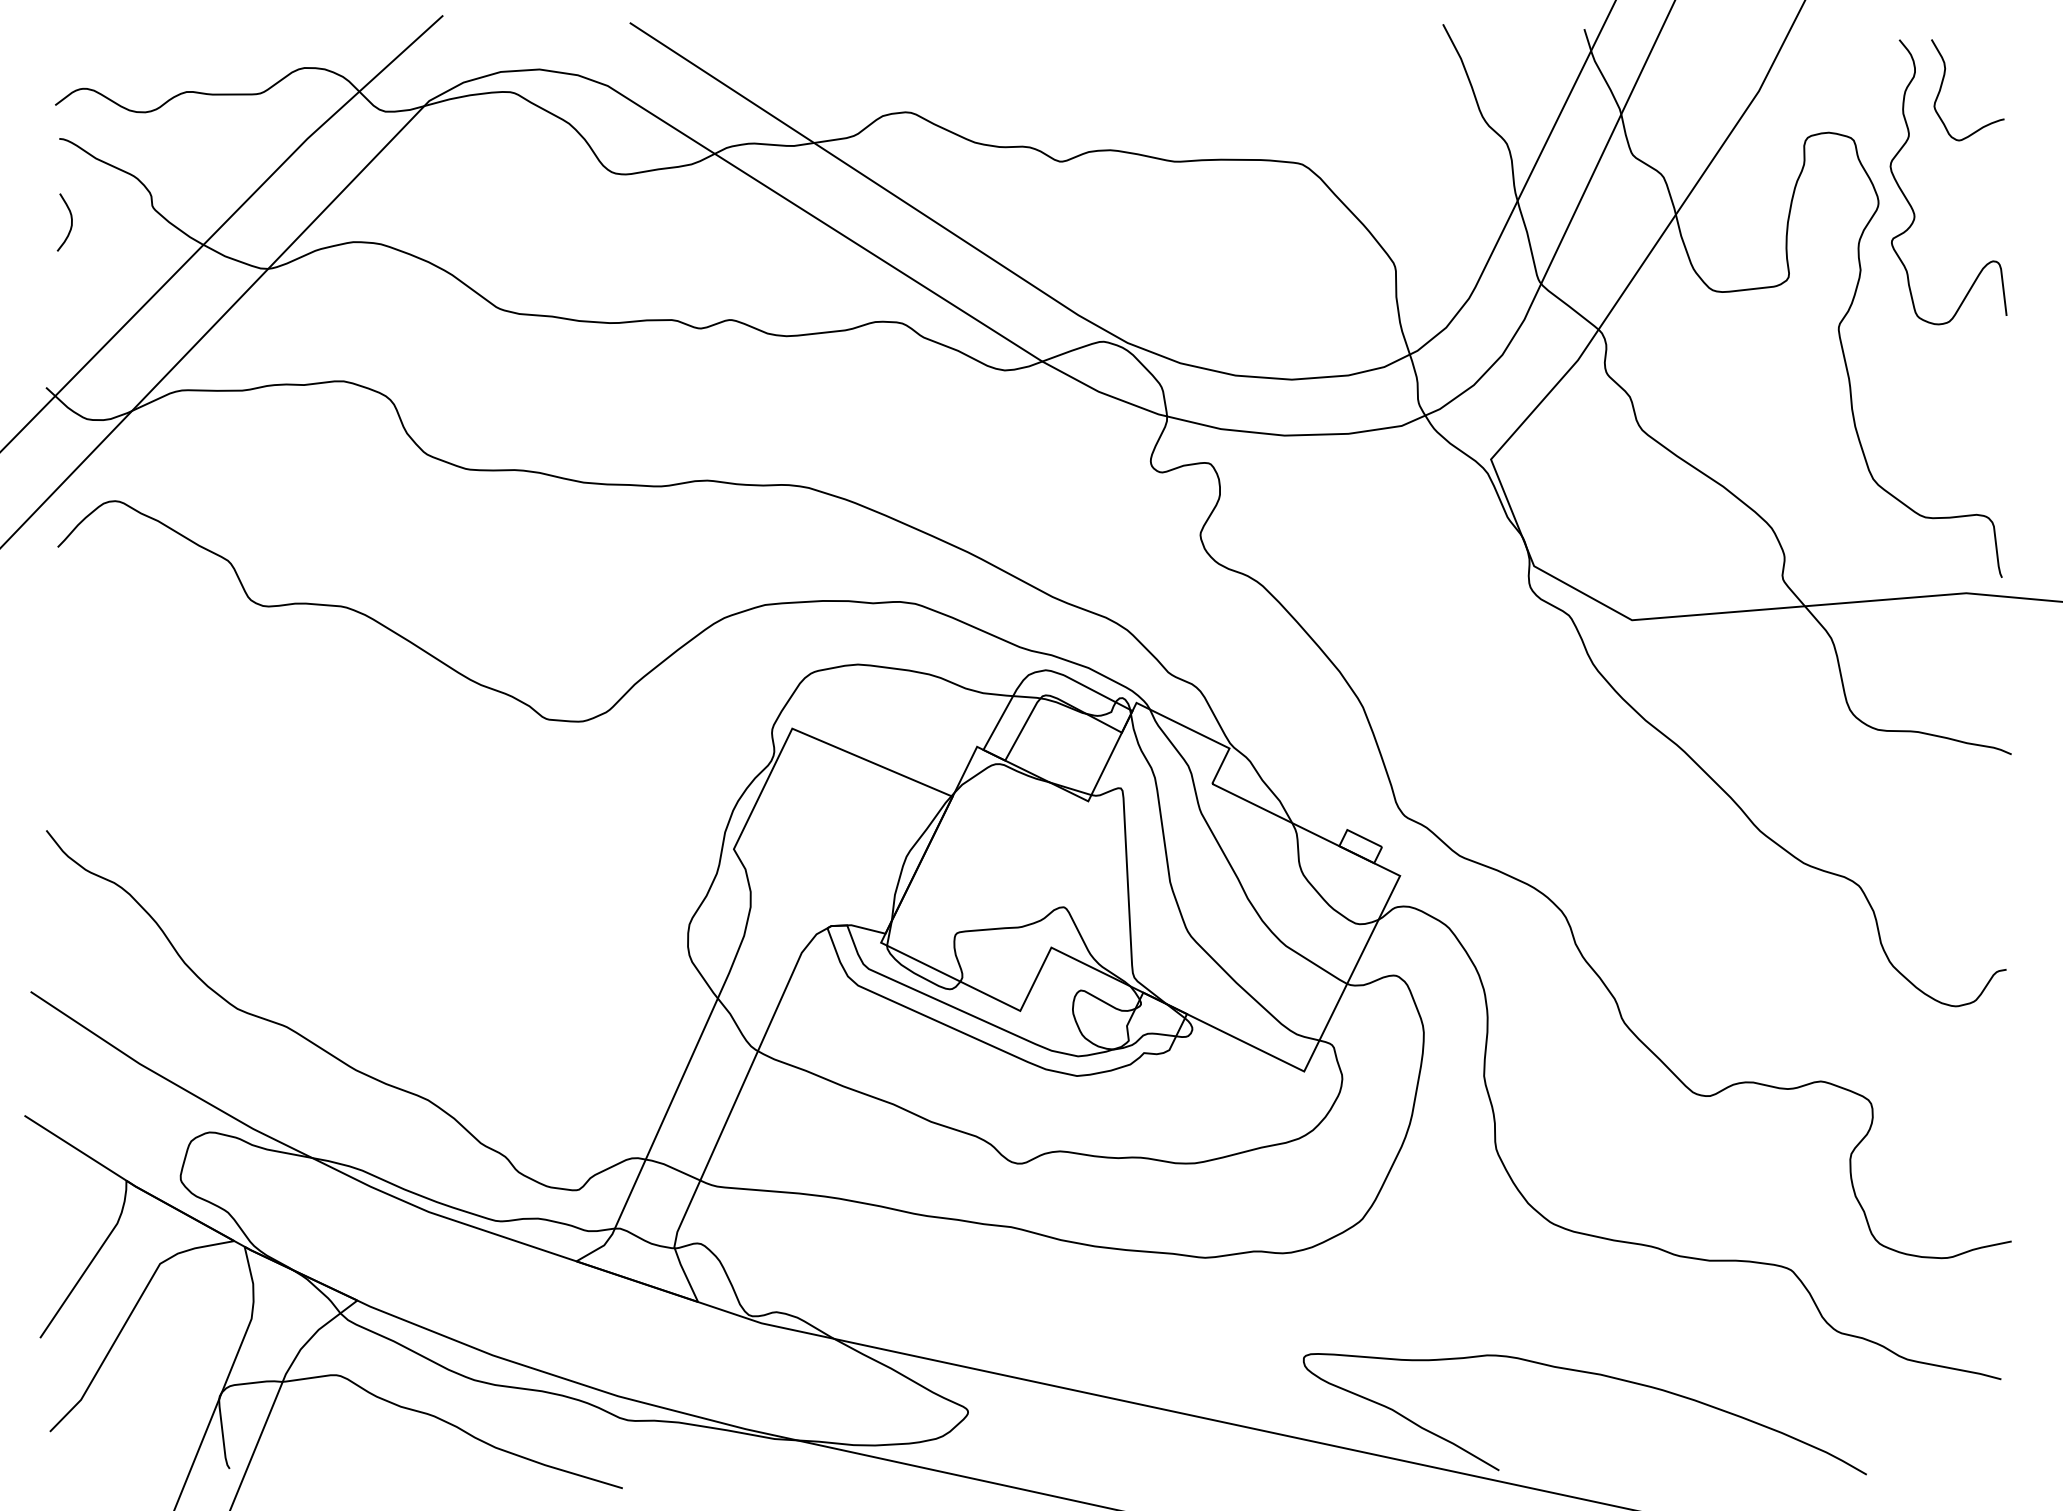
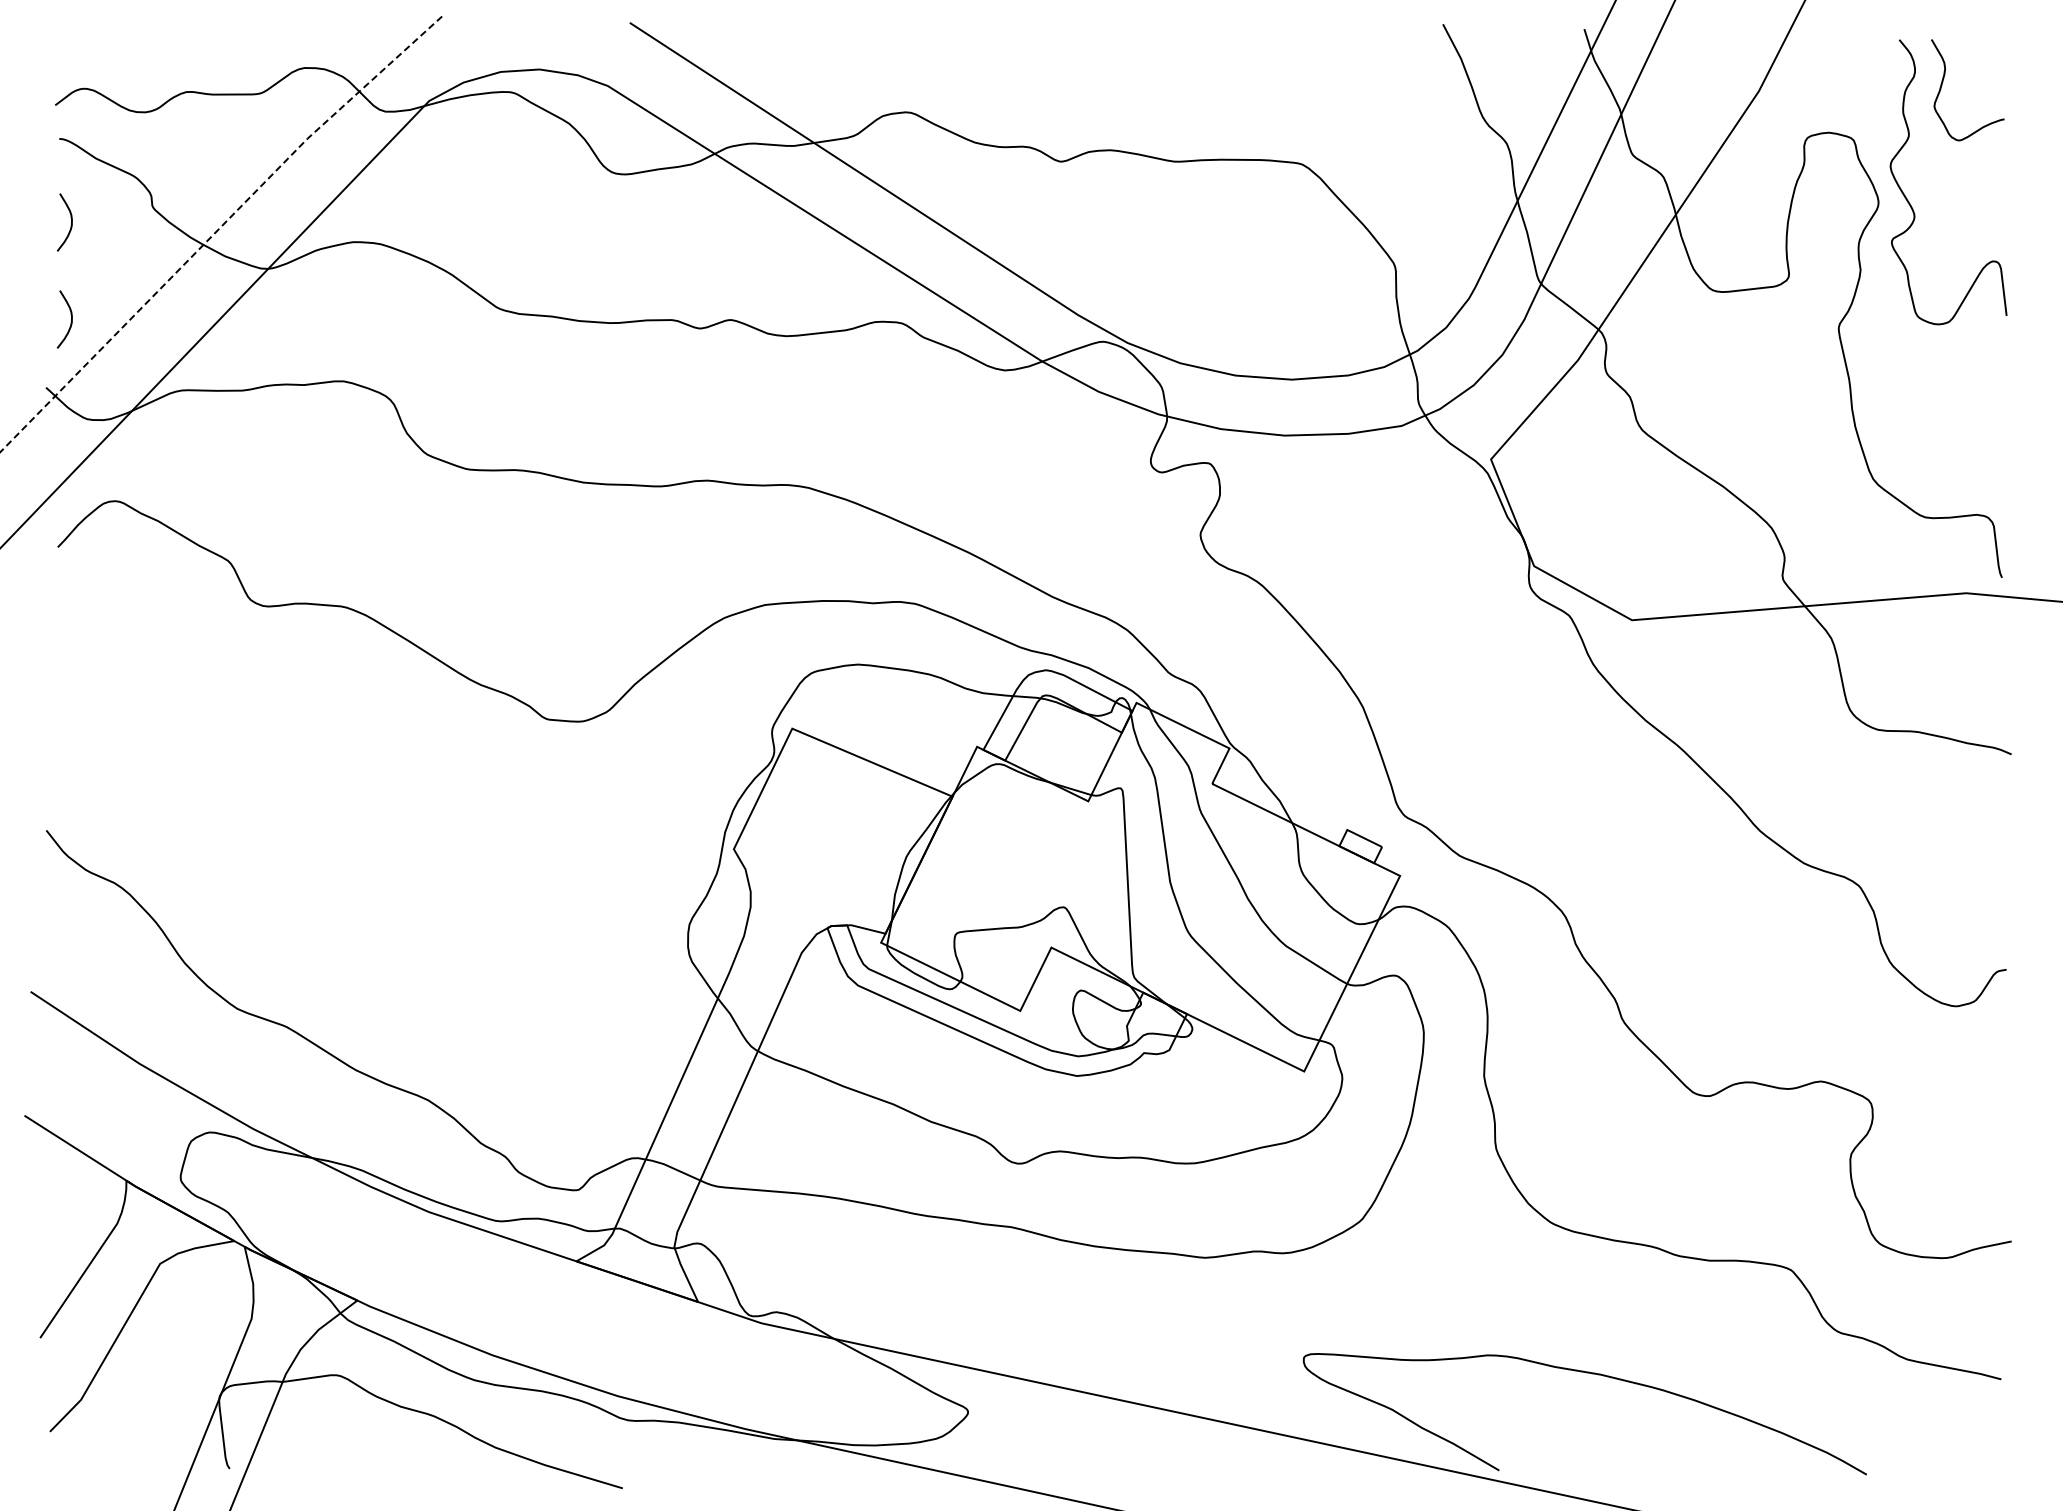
line at (218, 229): solid -> dashed
curve at (70, 322): none -> present
